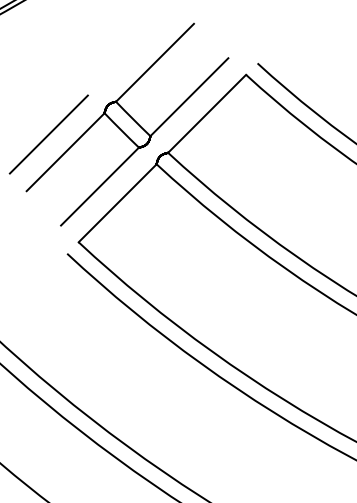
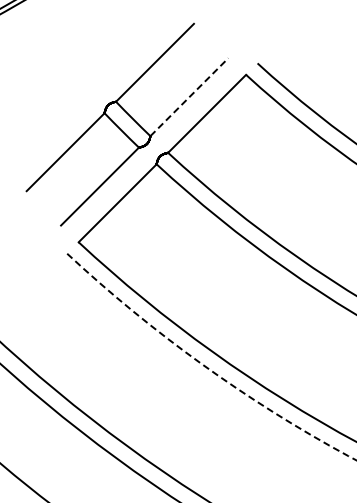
line at (189, 96): solid -> dashed
line at (48, 134): present -> none
arc at (205, 366): solid -> dashed
